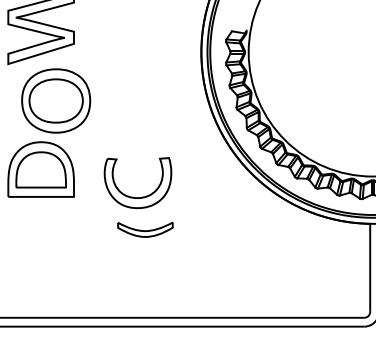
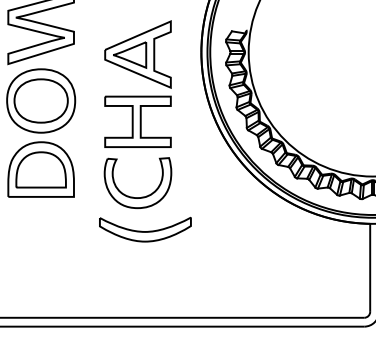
part at (141, 76): none -> present
part at (56, 100) position: (56, 100) -> (41, 100)
part at (145, 229) size: 57x17 px -> 93x26 px
